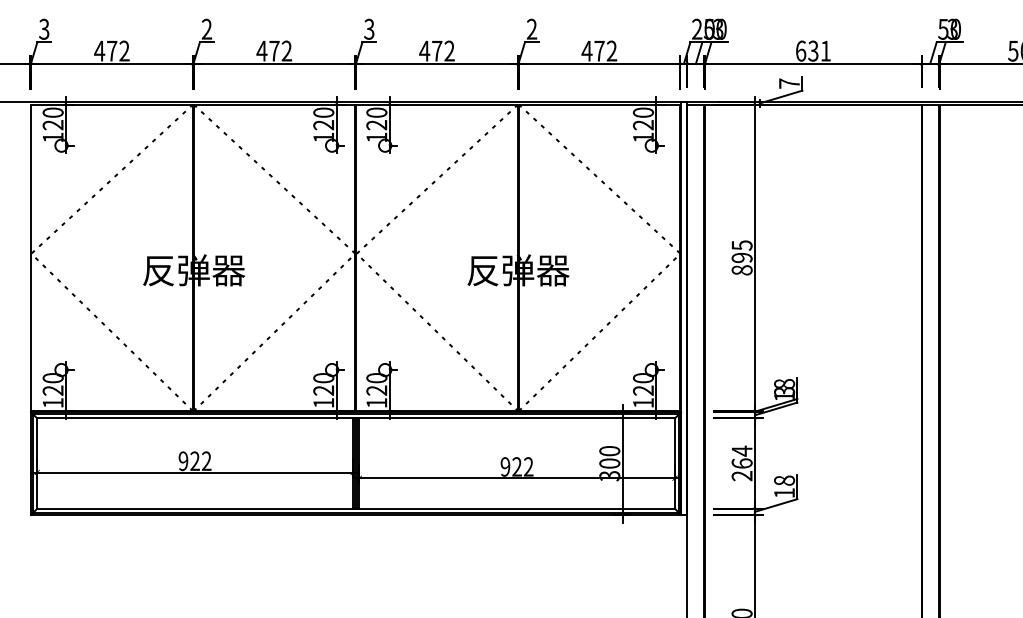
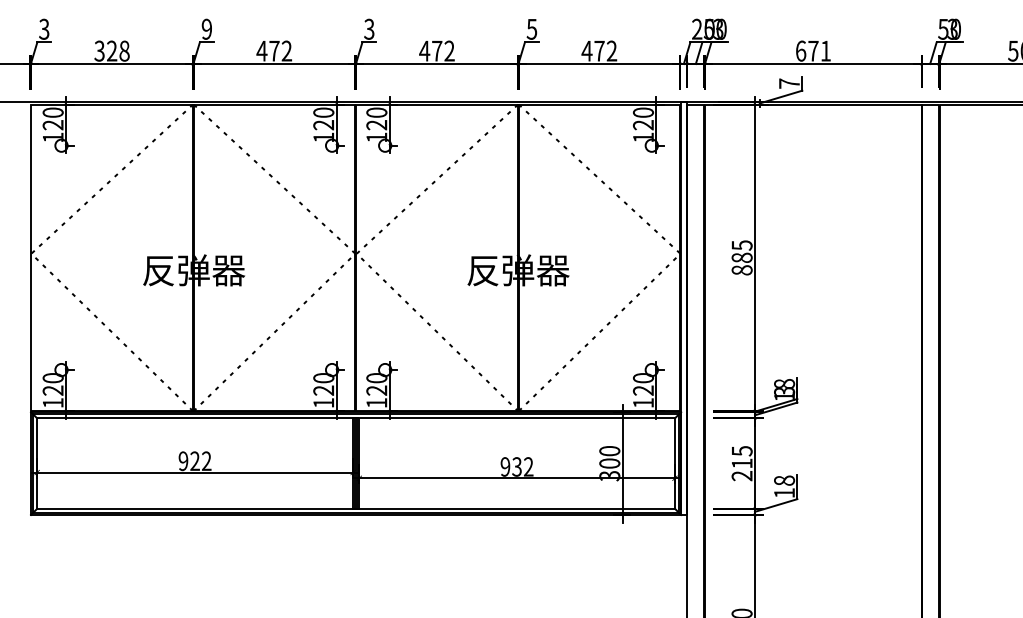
text at (531, 28): 2 -> 5
text at (206, 29): 2 -> 9
text at (111, 50): 472 -> 328
text at (813, 50): 631 -> 671
text at (741, 257): 895 -> 885
text at (741, 456): 264 -> 215
text at (516, 466): 922 -> 932
